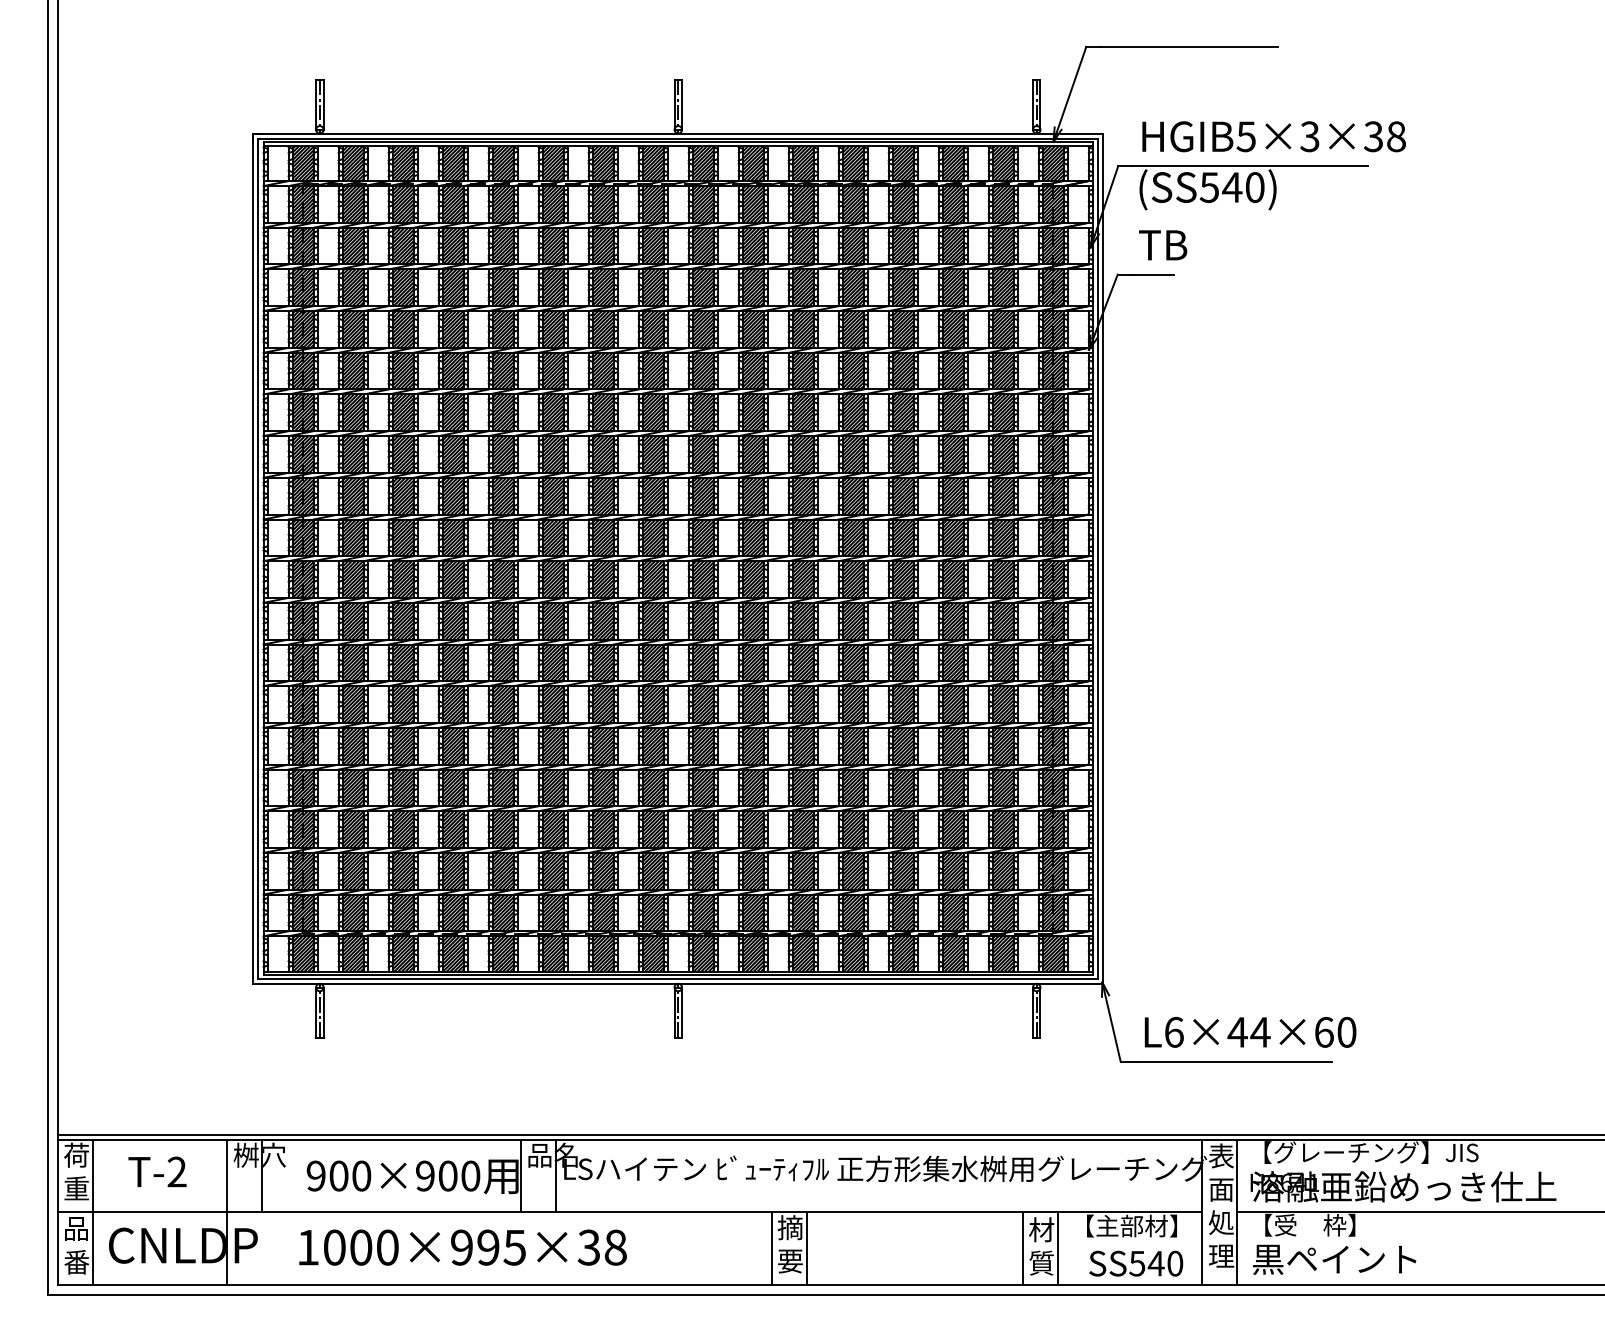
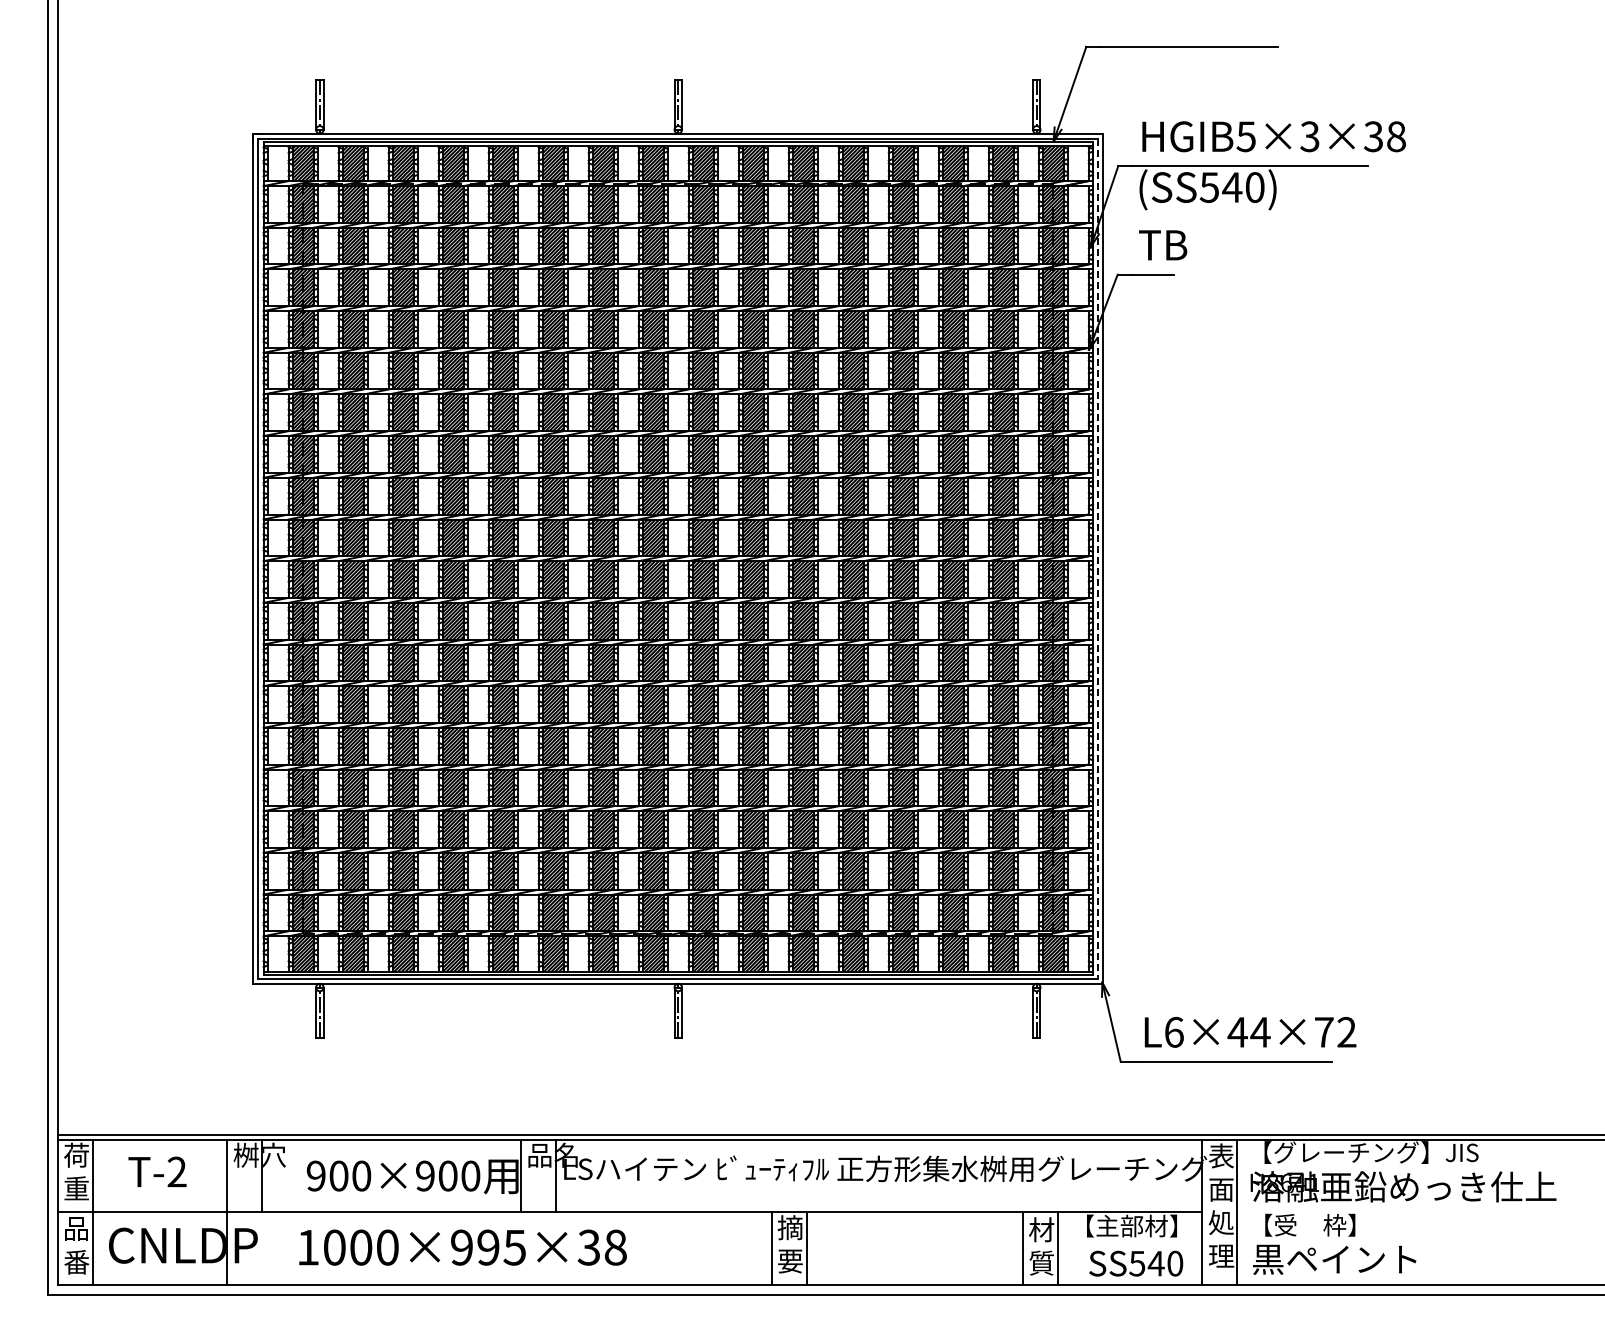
line at (1098, 559): solid -> dashed
text at (1335, 1031): L6×44×60 -> L6×44×72
line at (1418, 1212): present -> none
